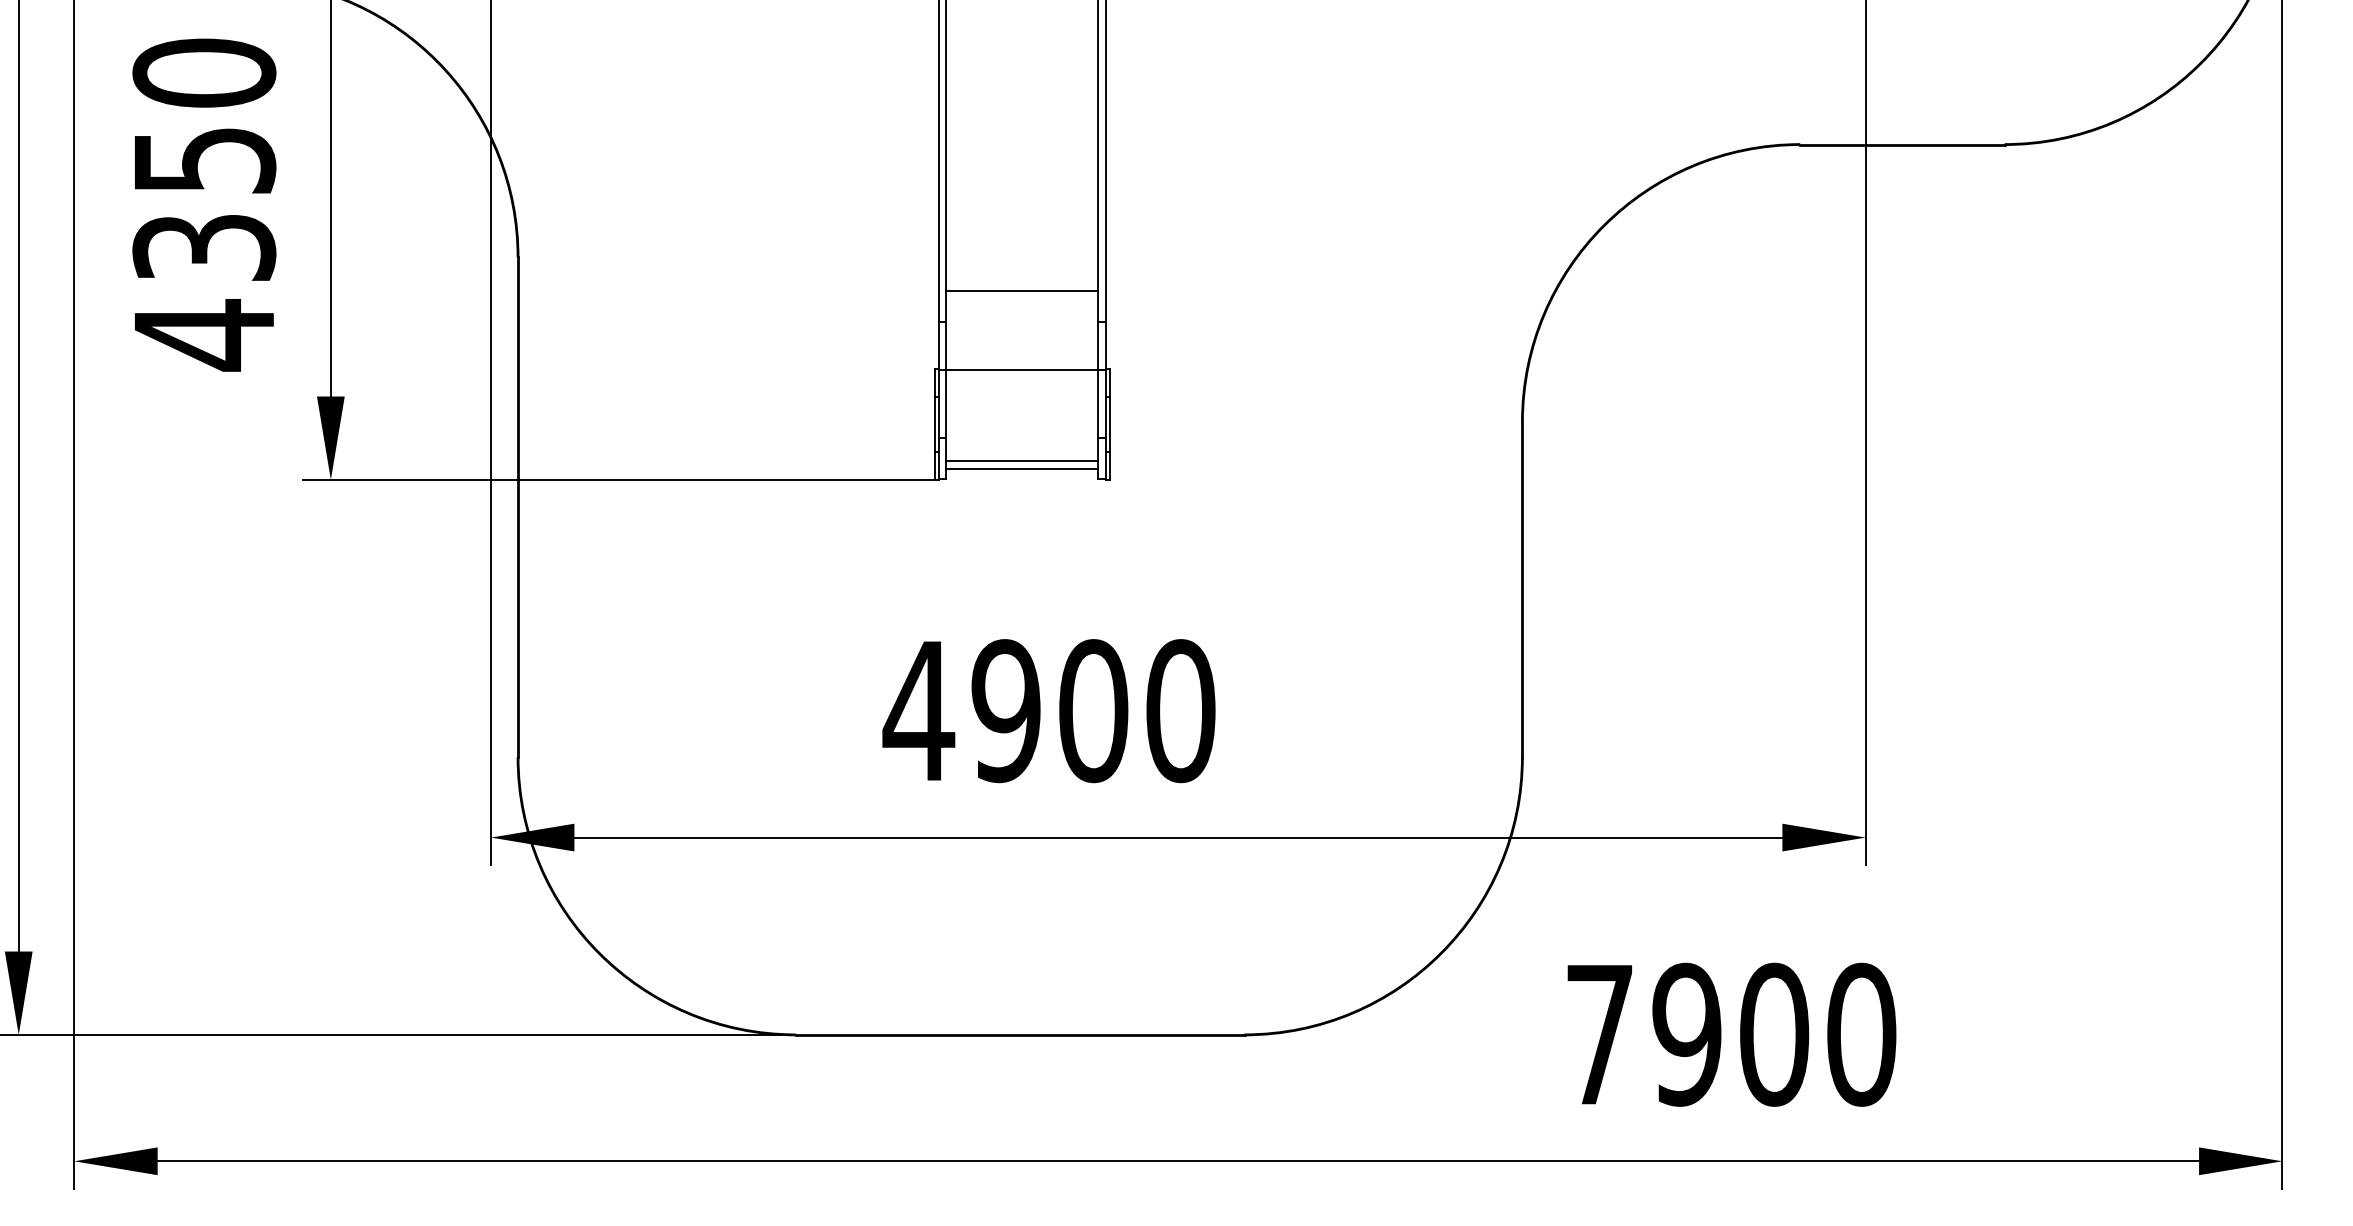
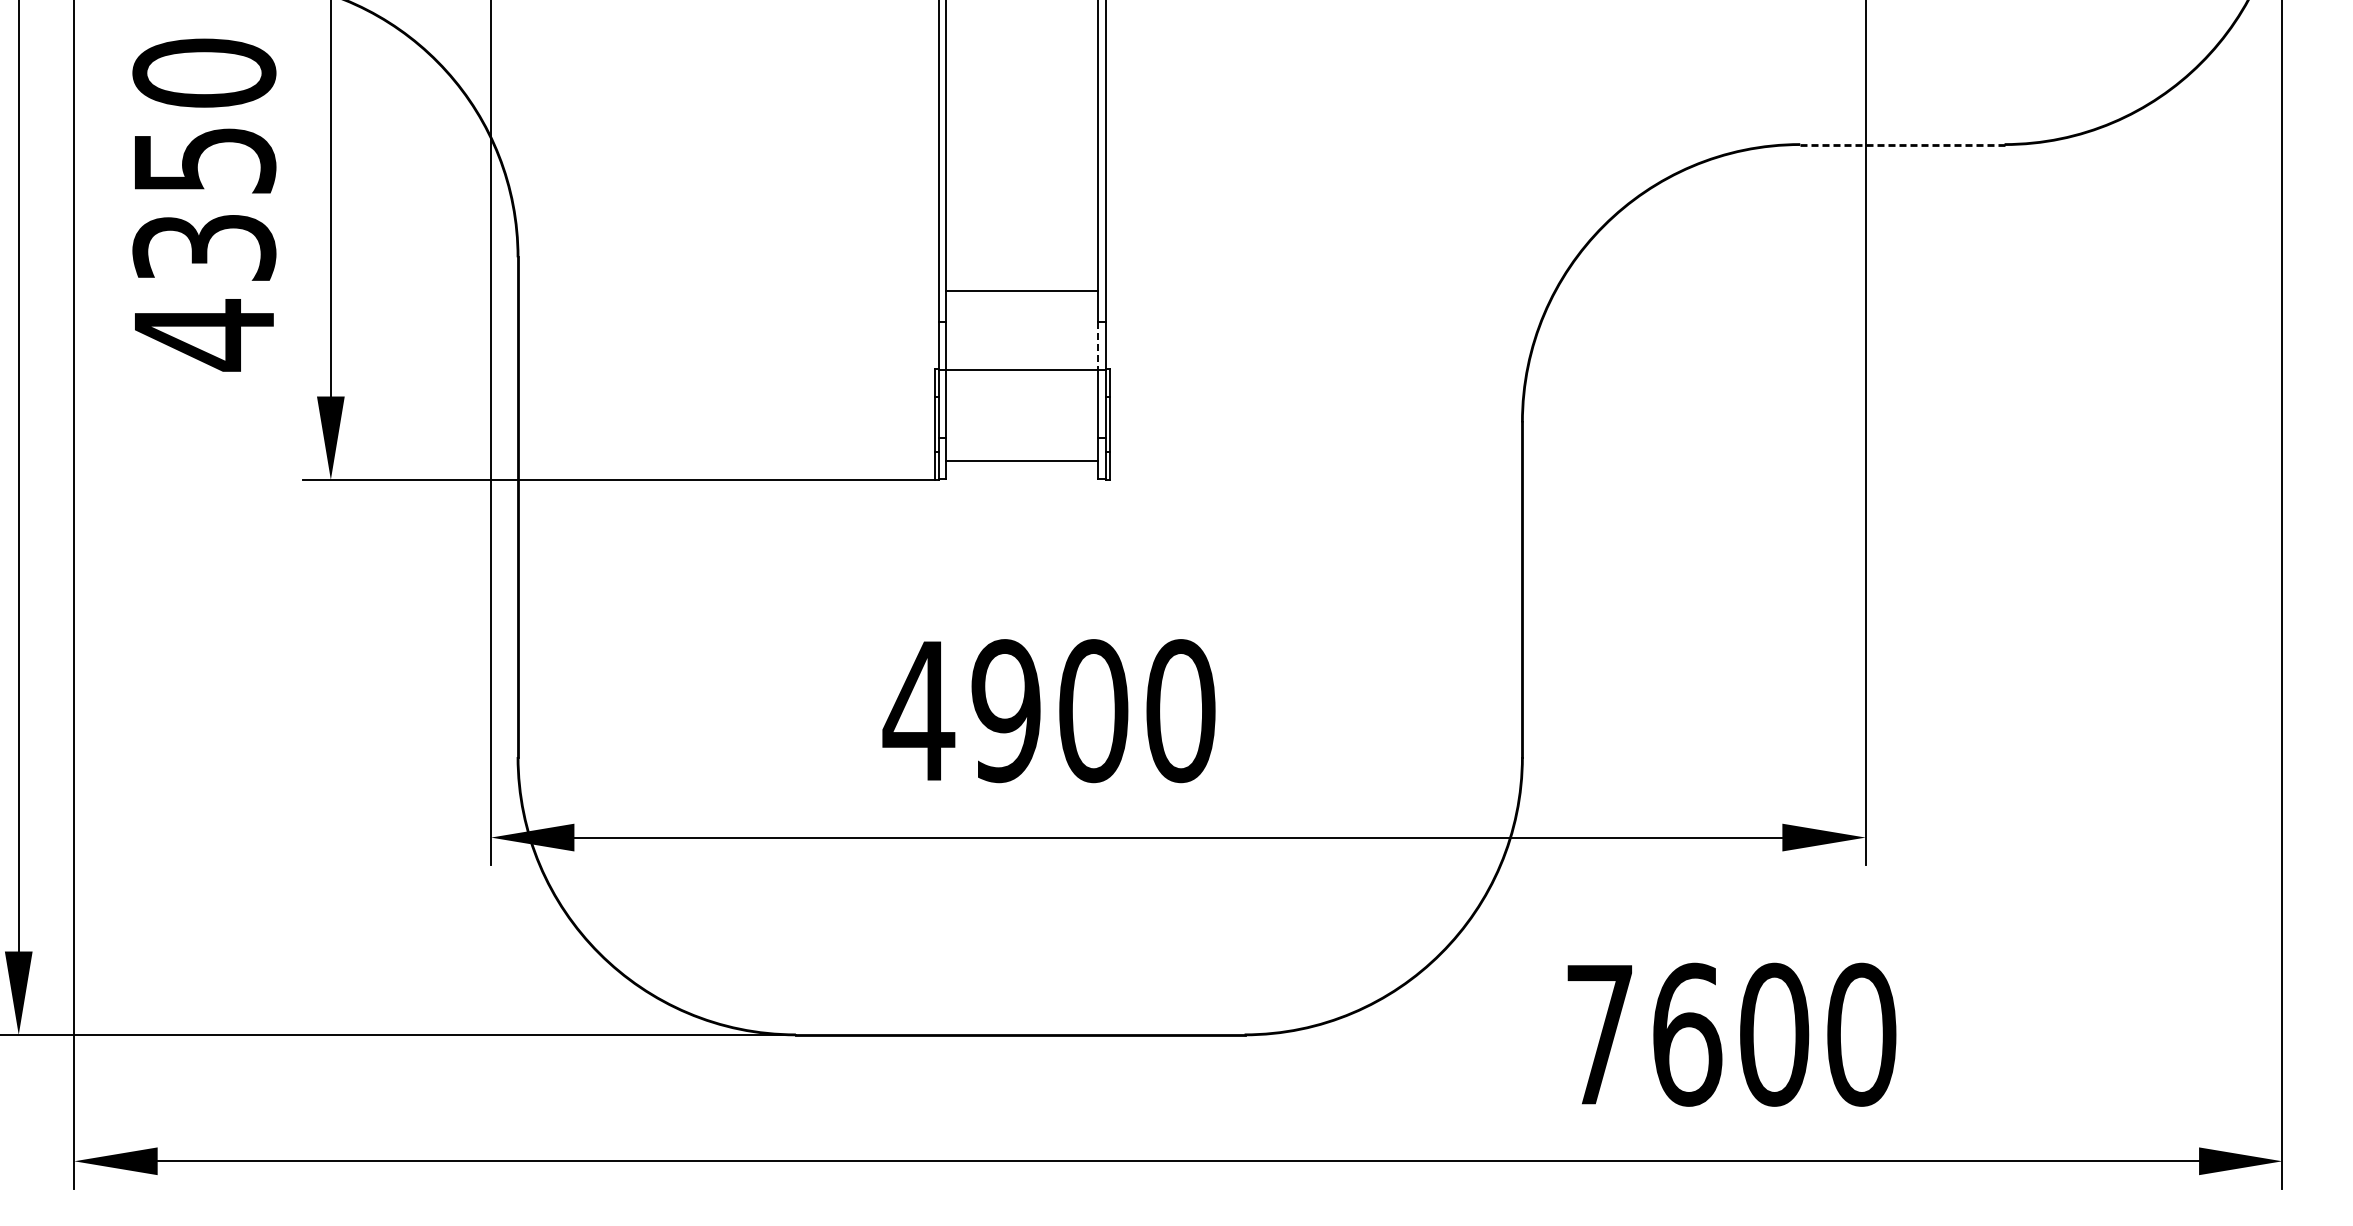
line at (1902, 144): solid -> dashed
line at (1098, 346): solid -> dashed
line at (1022, 468): present -> none
text at (1687, 1034): 7900 -> 7600
